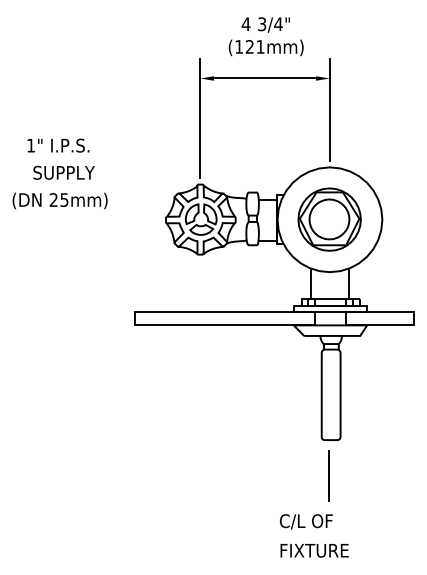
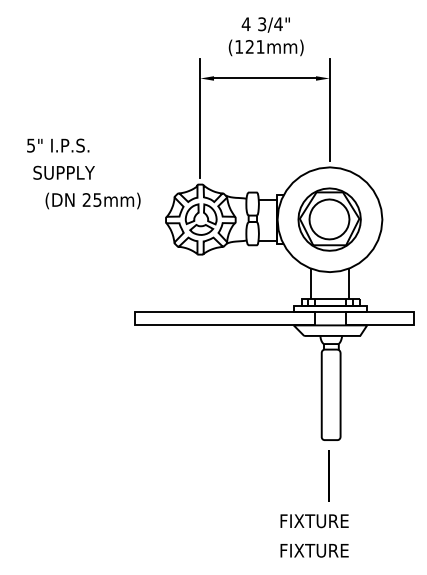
text at (30, 145): 1" -> 5"
text at (59, 200) position: (59, 200) -> (92, 200)
text at (313, 521): C/L OF -> FIXTURE
